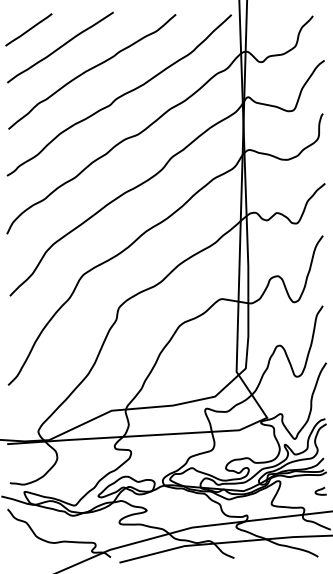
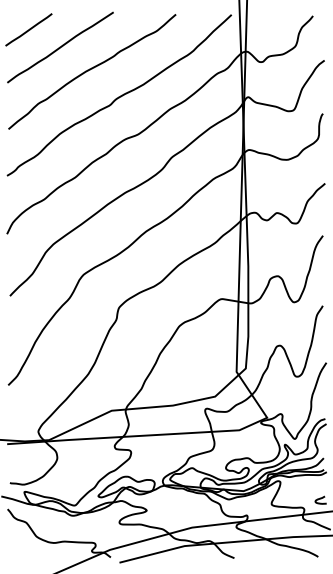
curve at (320, 490) position: (320, 490) -> (320, 499)
